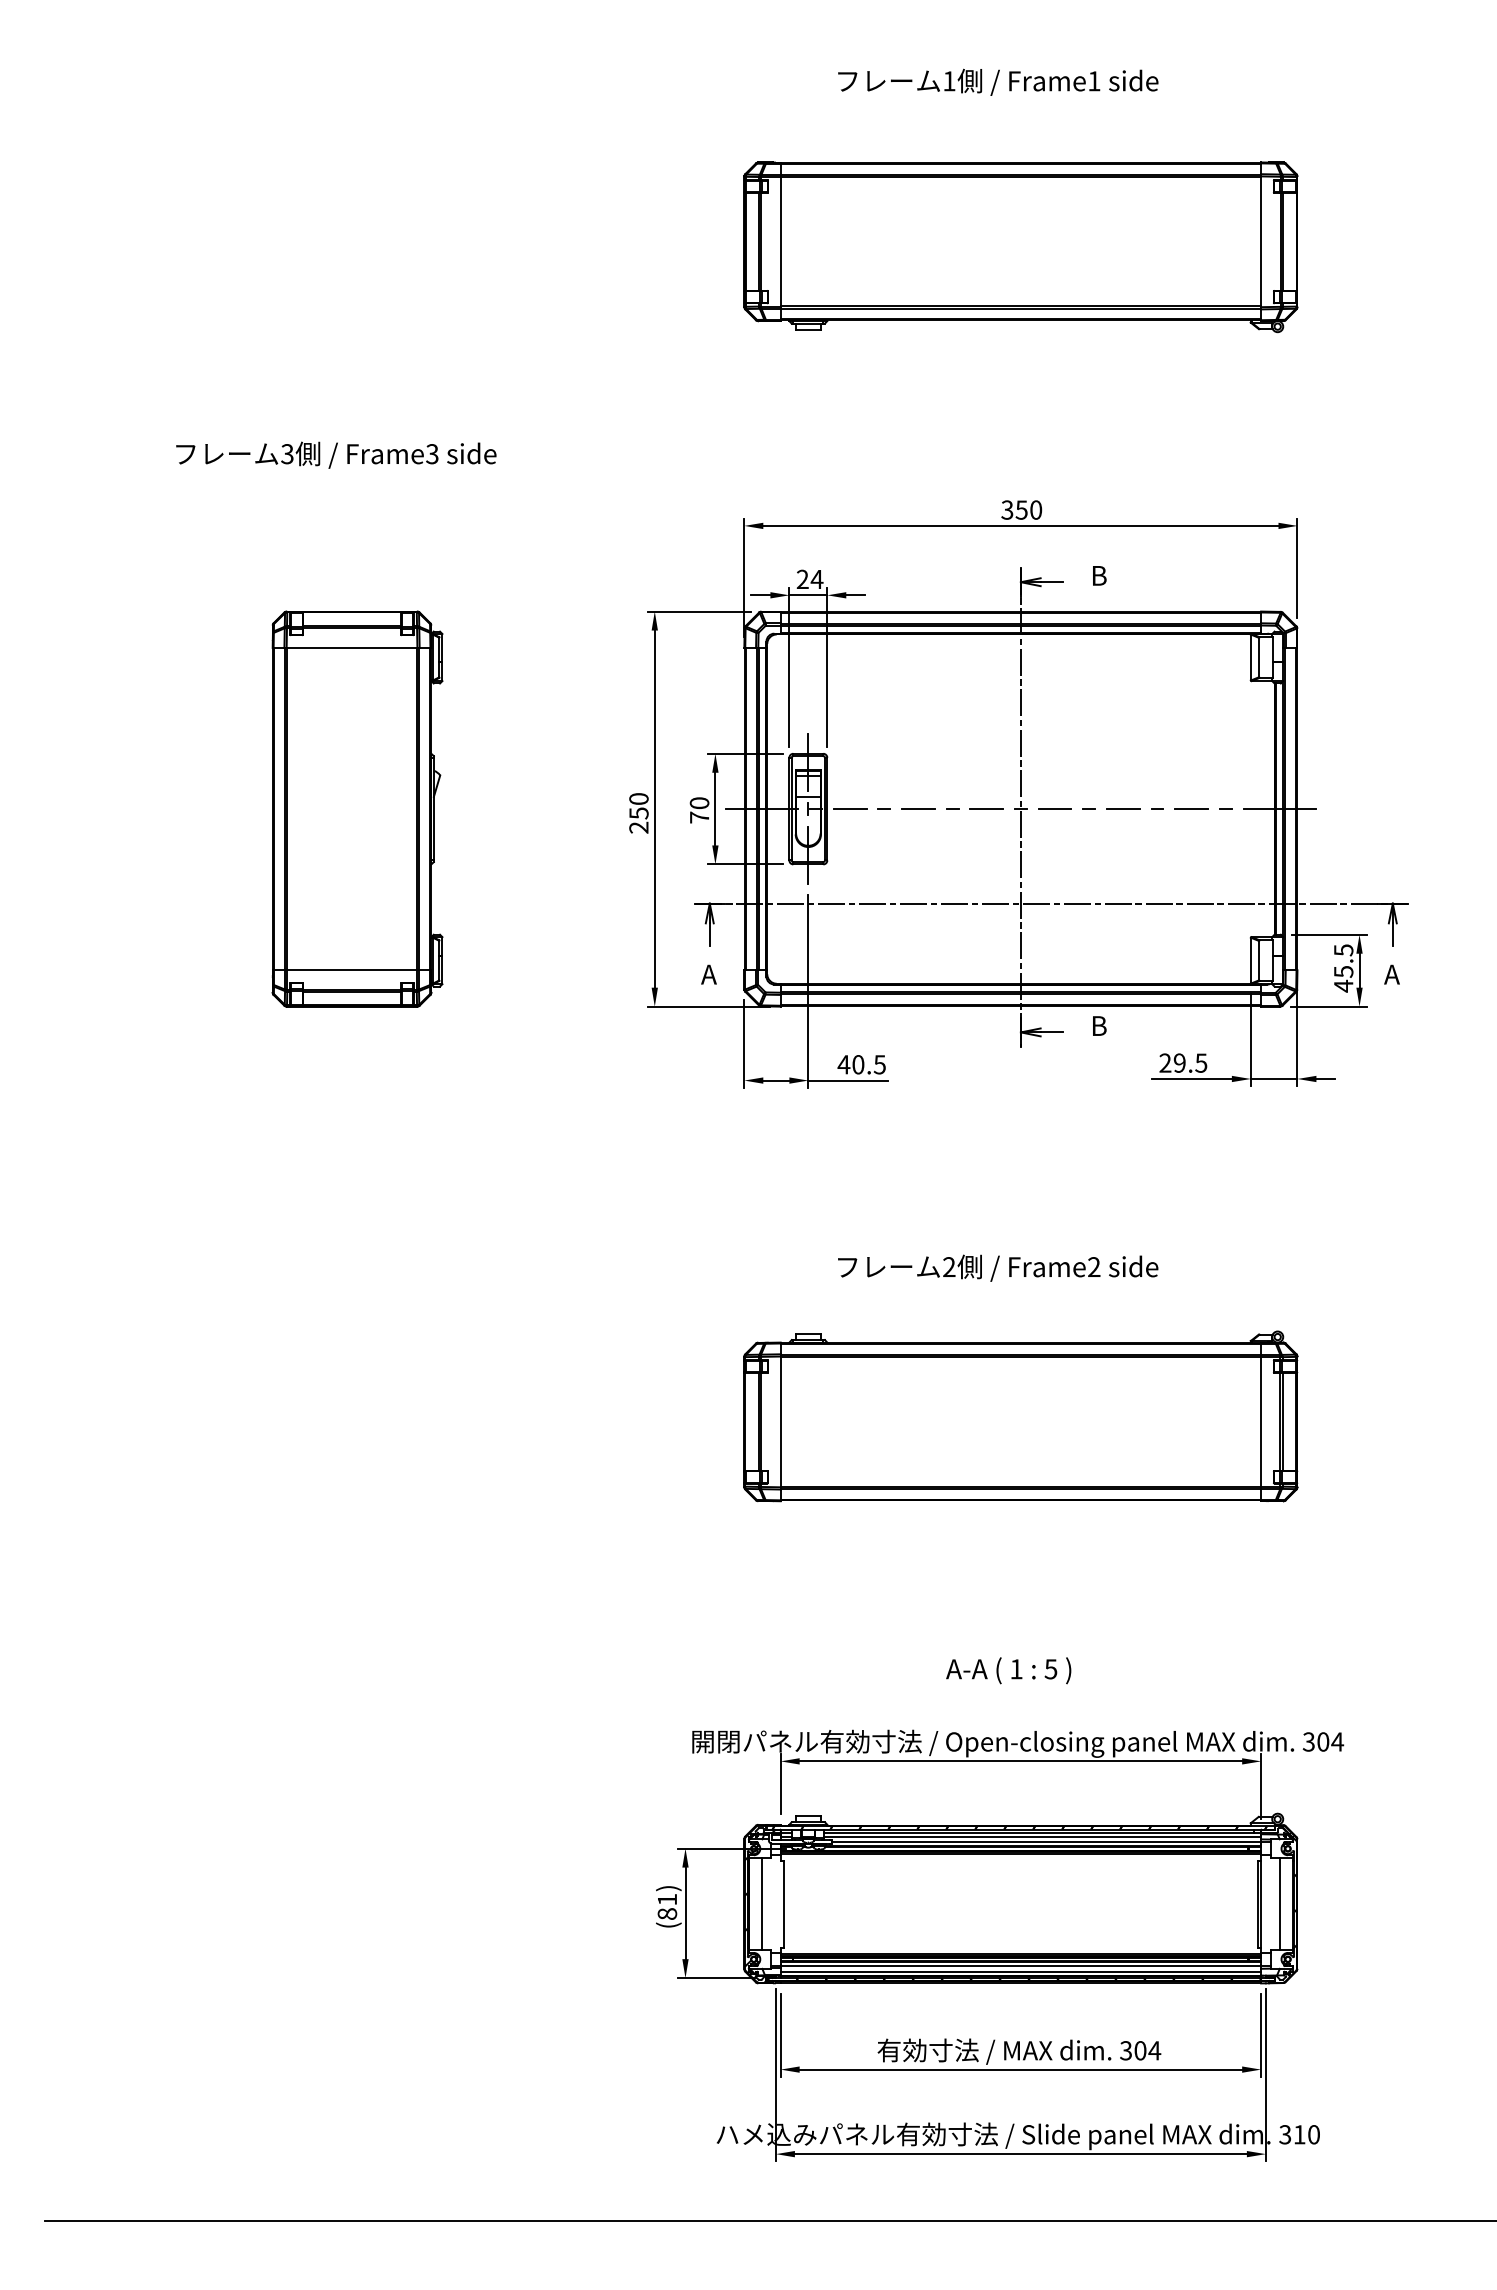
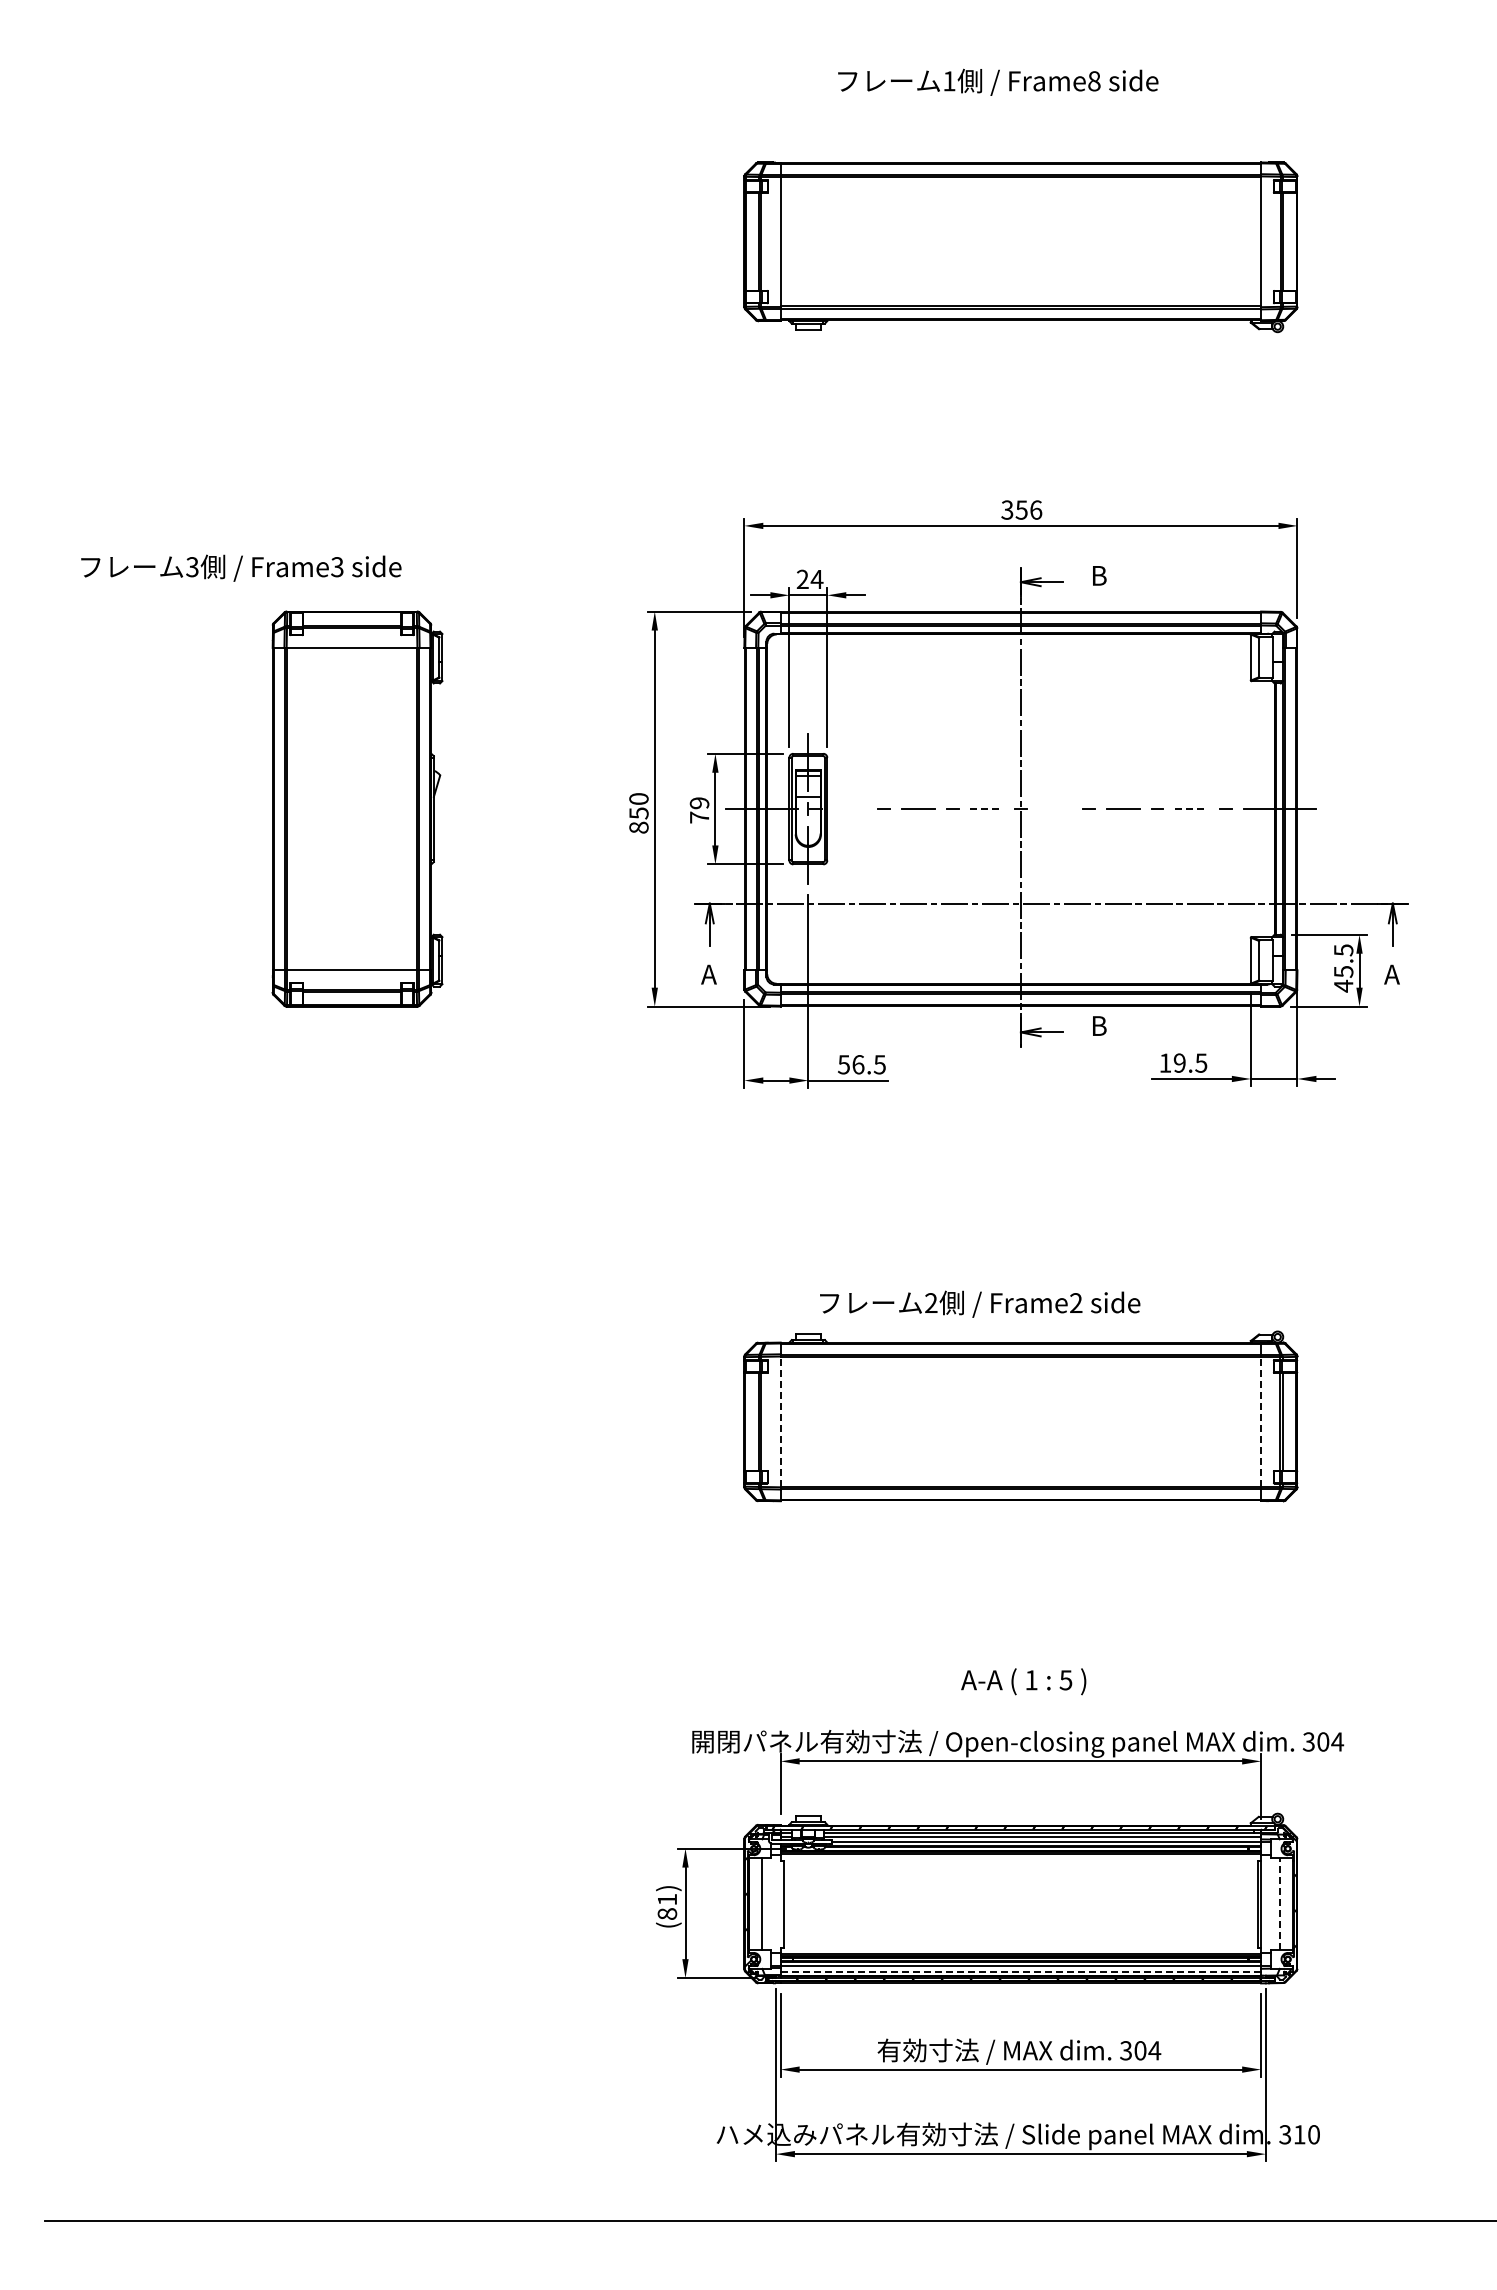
text at (1094, 81): Frame1 -> Frame8
text at (336, 454) position: (336, 454) -> (241, 567)
text at (1036, 509): 350 -> 356
text at (699, 803): 70 -> 79
line at (849, 809): present -> none
line at (987, 809): solid -> dashed
line at (1054, 809): present -> none
line at (1192, 809): solid -> dashed
text at (638, 827): 250 -> 850
text at (1165, 1062): 29.5 -> 19.5
text at (850, 1064): 40.5 -> 56.5
text at (998, 1267) position: (998, 1267) -> (980, 1303)
line at (780, 1421): solid -> dashed
line at (1261, 1421): solid -> dashed
text at (1008, 1670) position: (1008, 1670) -> (1023, 1681)
line at (1280, 1904): solid -> dashed
line at (1020, 1971): solid -> dashed
